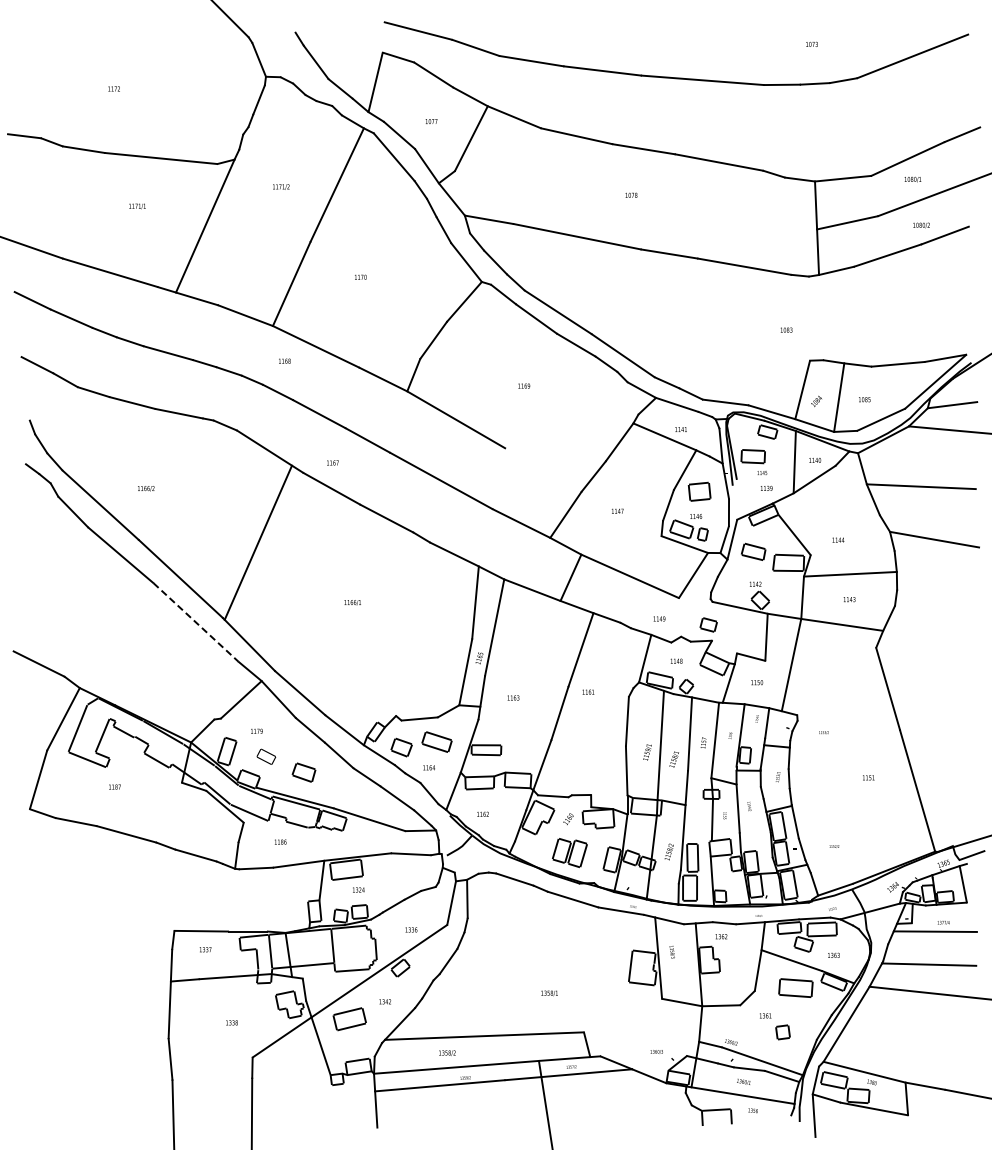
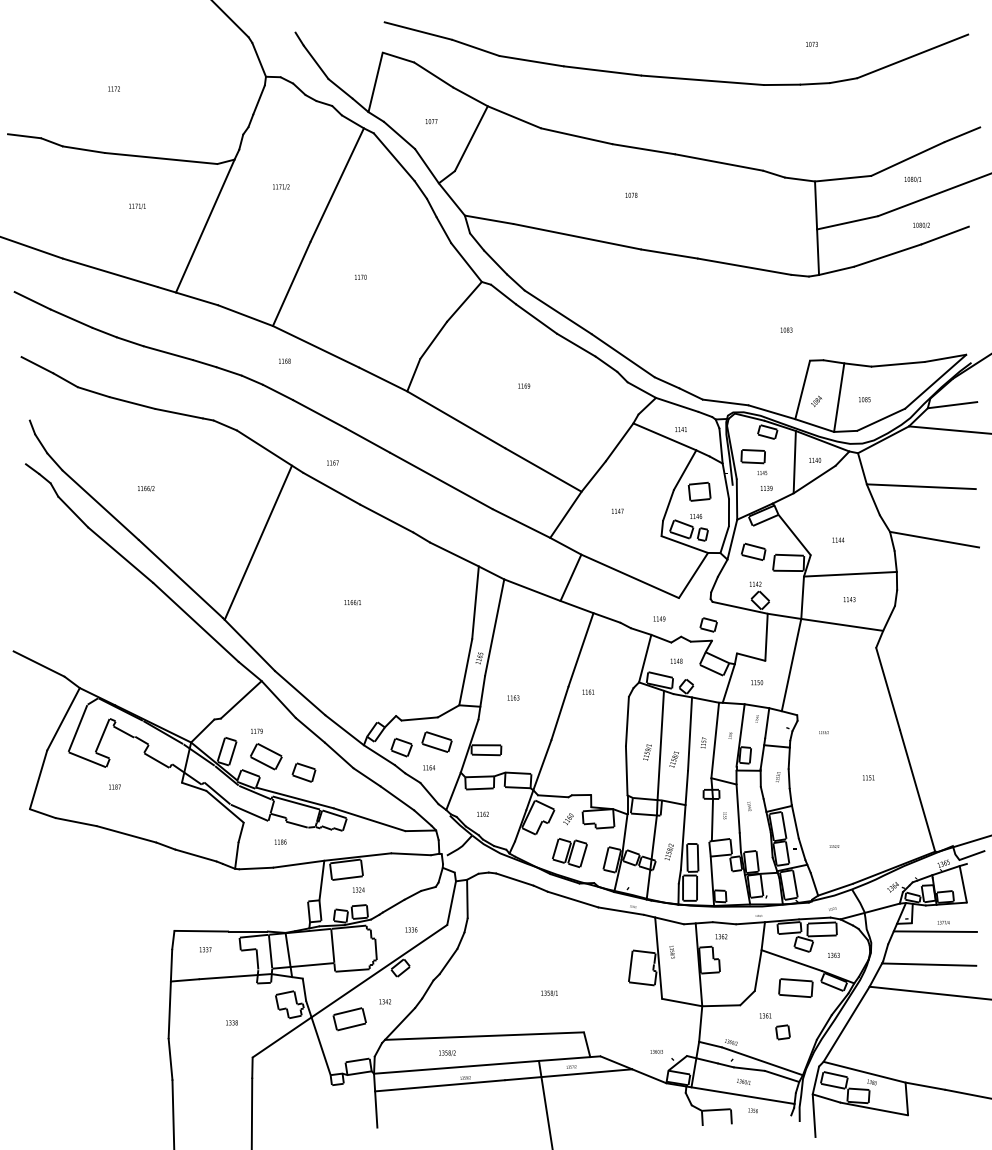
line at (543, 469): none -> present
line at (736, 499): none -> present
line at (195, 622): dashed -> solid
part at (266, 756) size: 21x17 px -> 33x28 px
